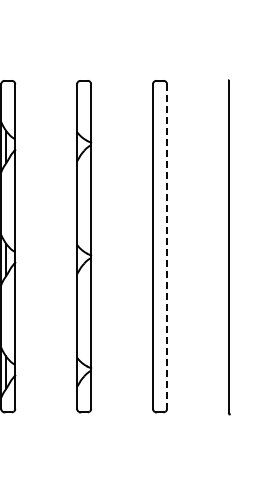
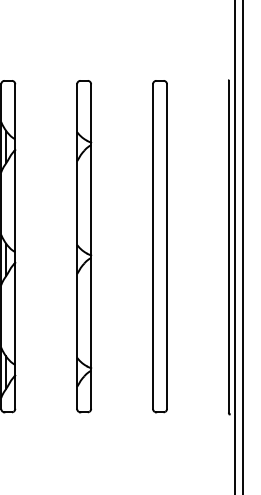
line at (234, 246): none -> present
line at (243, 246): none -> present
line at (167, 247): dashed -> solid
